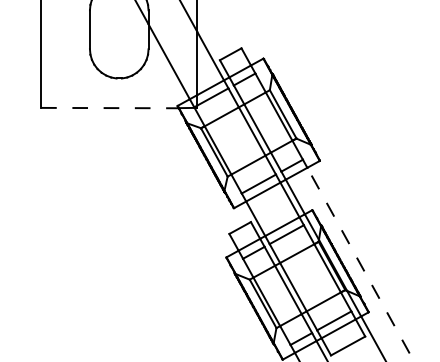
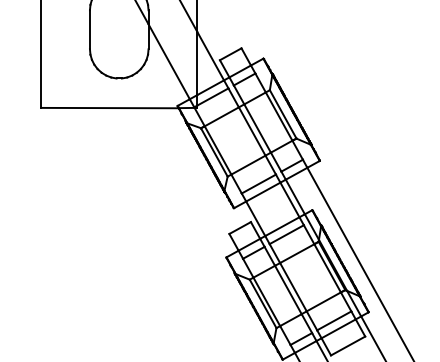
line at (109, 108): dashed -> solid
line at (360, 264): dashed -> solid
